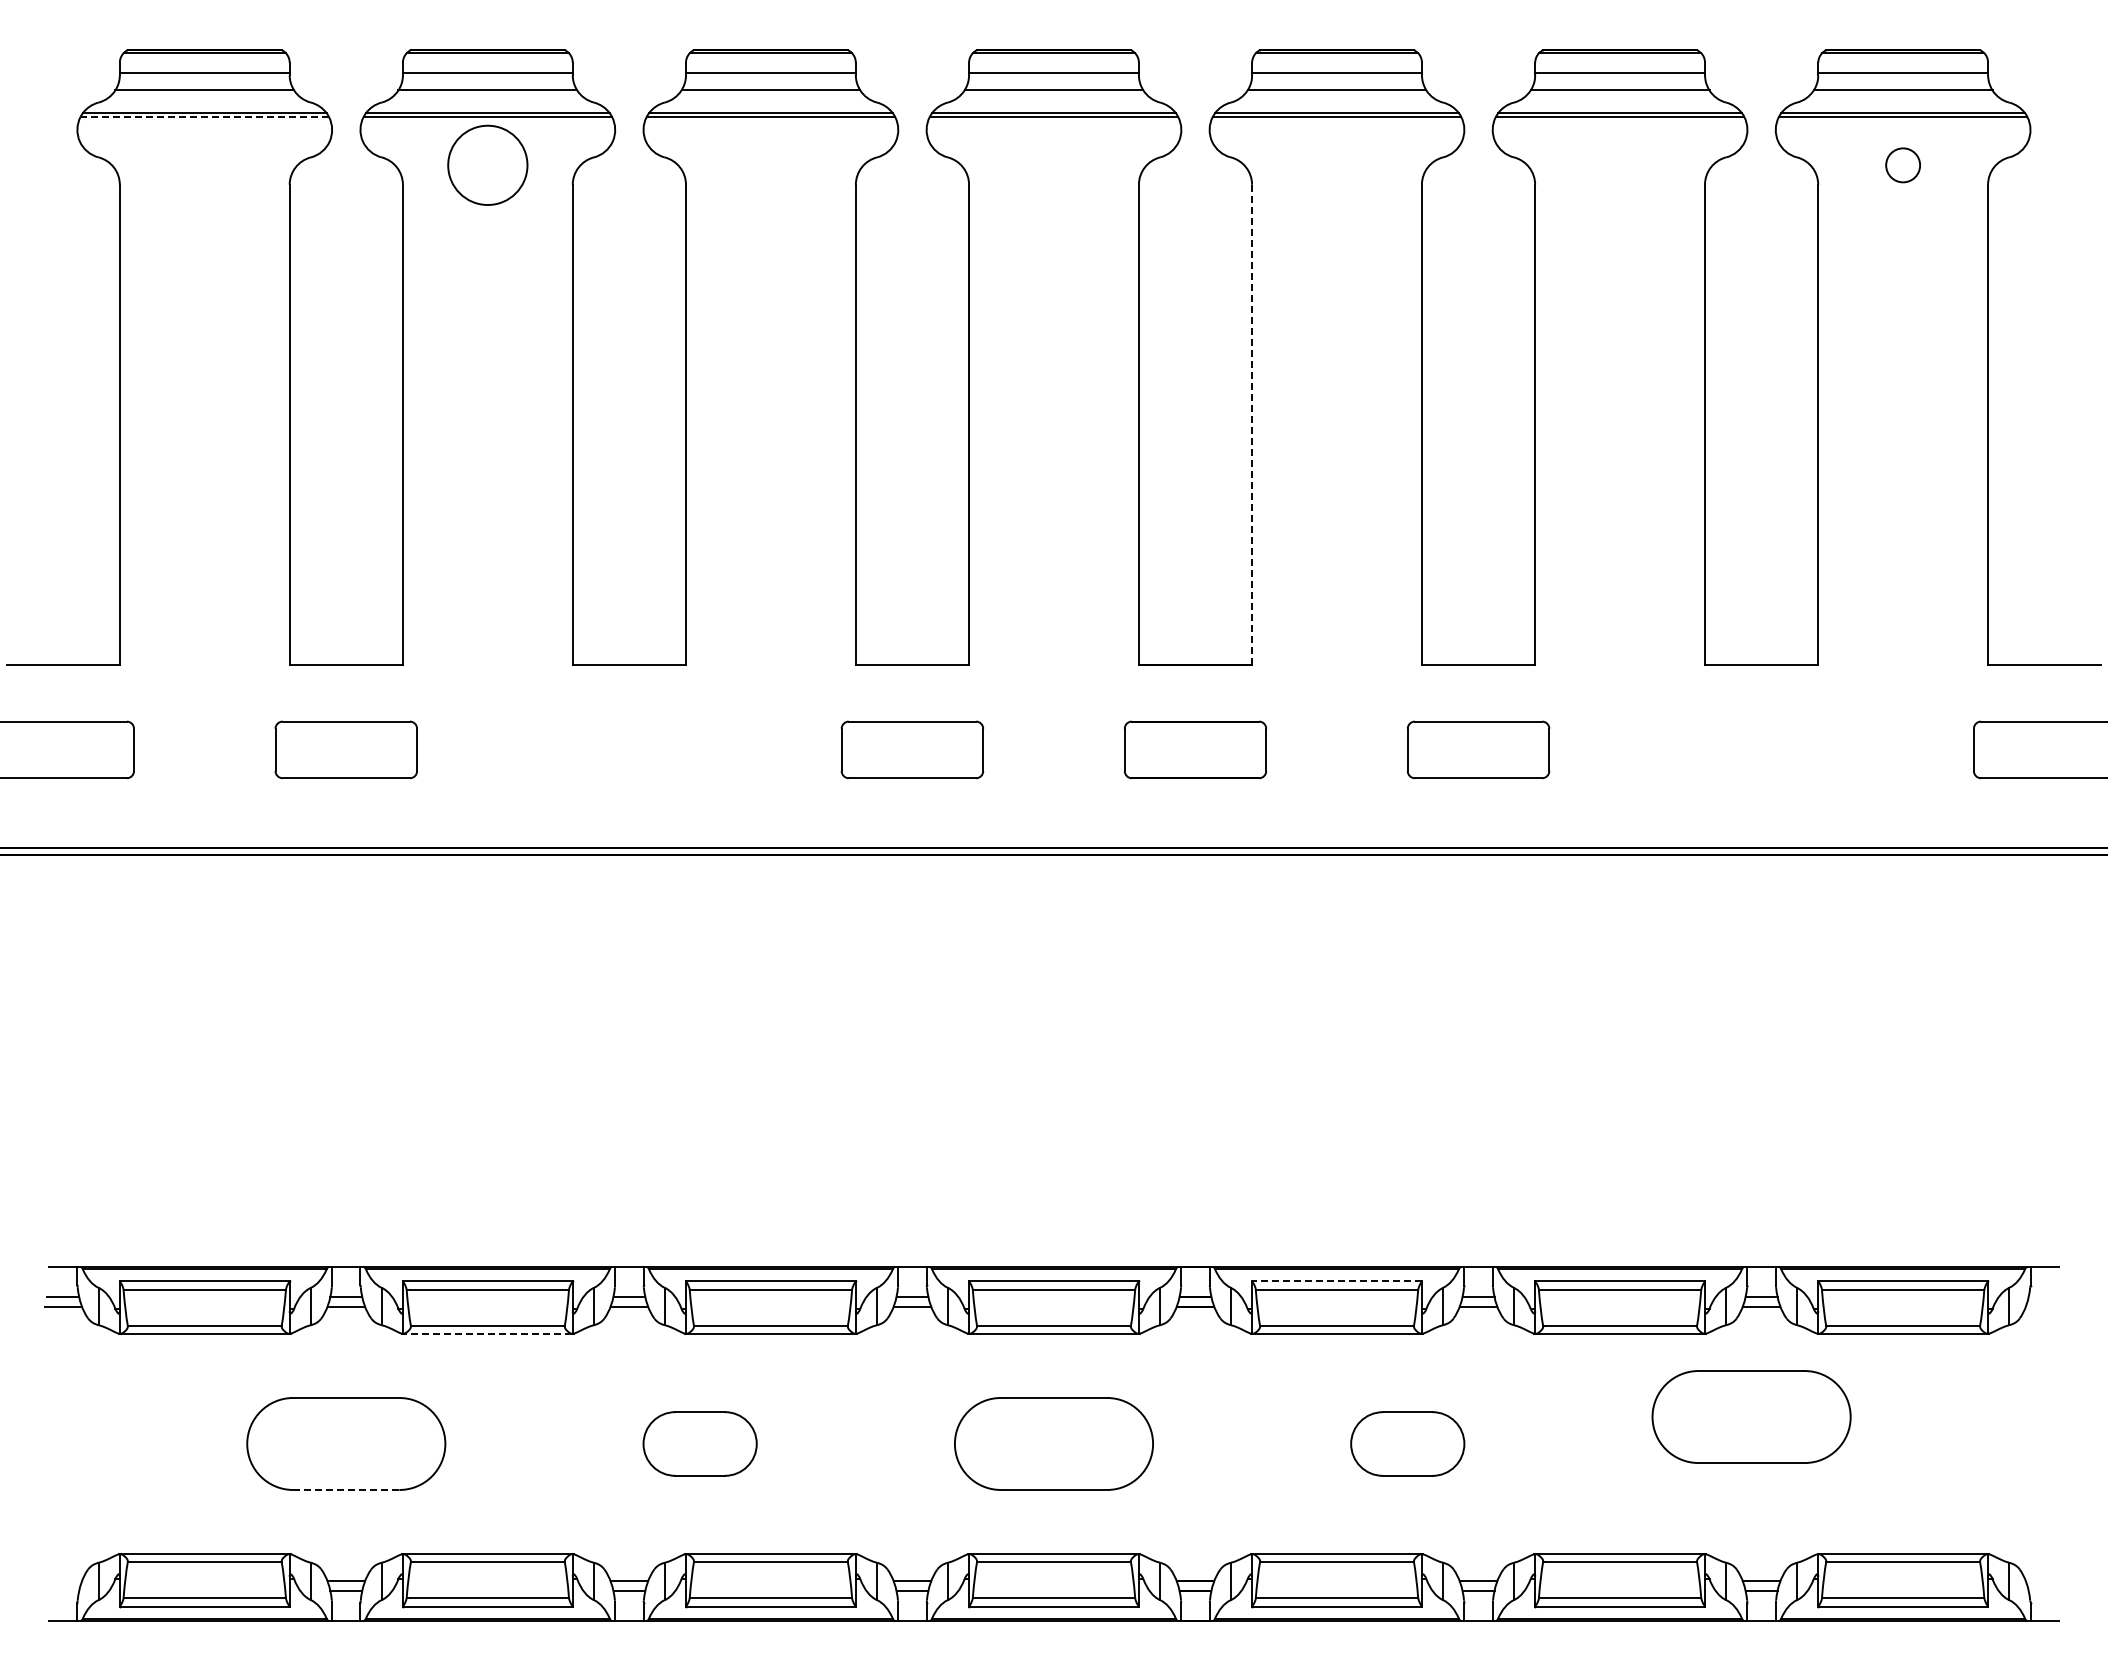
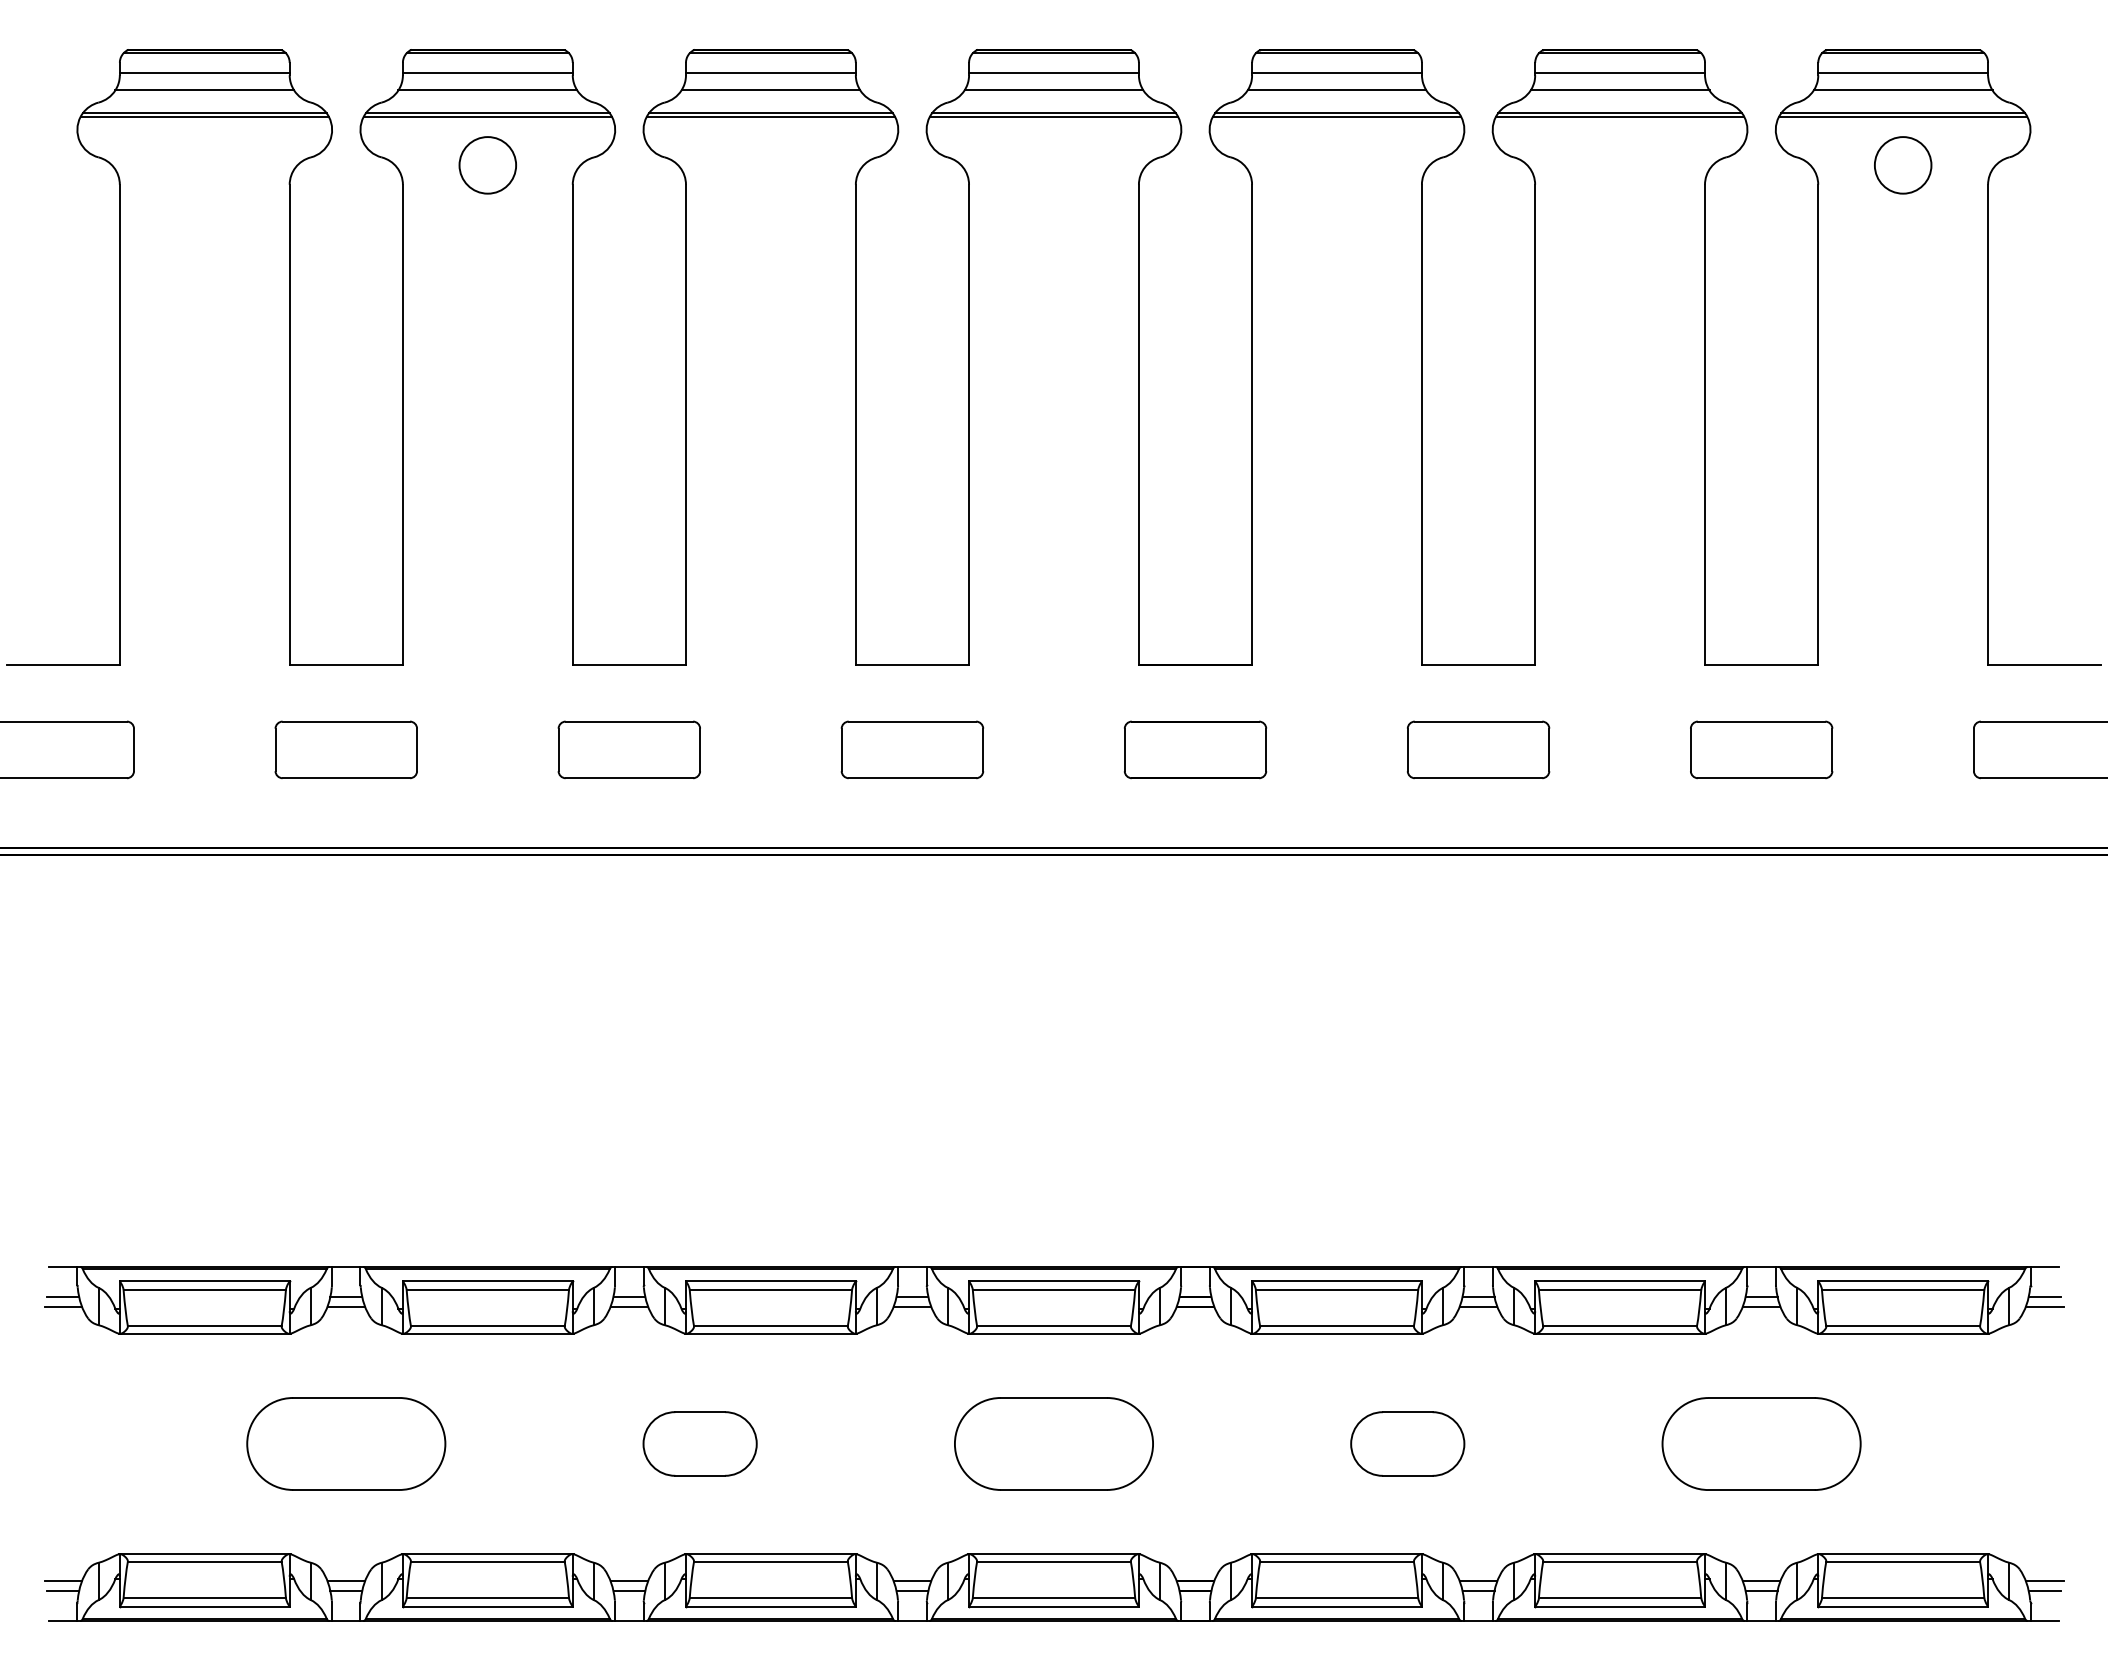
line at (204, 117): dashed -> solid
circle at (487, 165) diameter: 79 px -> 57 px
circle at (1903, 165) diameter: 34 px -> 57 px
line at (1252, 425): dashed -> solid
part at (628, 749): none -> present
part at (1761, 749): none -> present
line at (1337, 1281): dashed -> solid
line at (2044, 1296): none -> present
line at (2044, 1306): none -> present
line at (487, 1333): dashed -> solid
part at (1751, 1416) position: (1751, 1416) -> (1761, 1443)
line at (346, 1489): dashed -> solid
line at (62, 1581): none -> present
line at (2044, 1581): none -> present
line at (63, 1591): none -> present
line at (2044, 1591): none -> present
